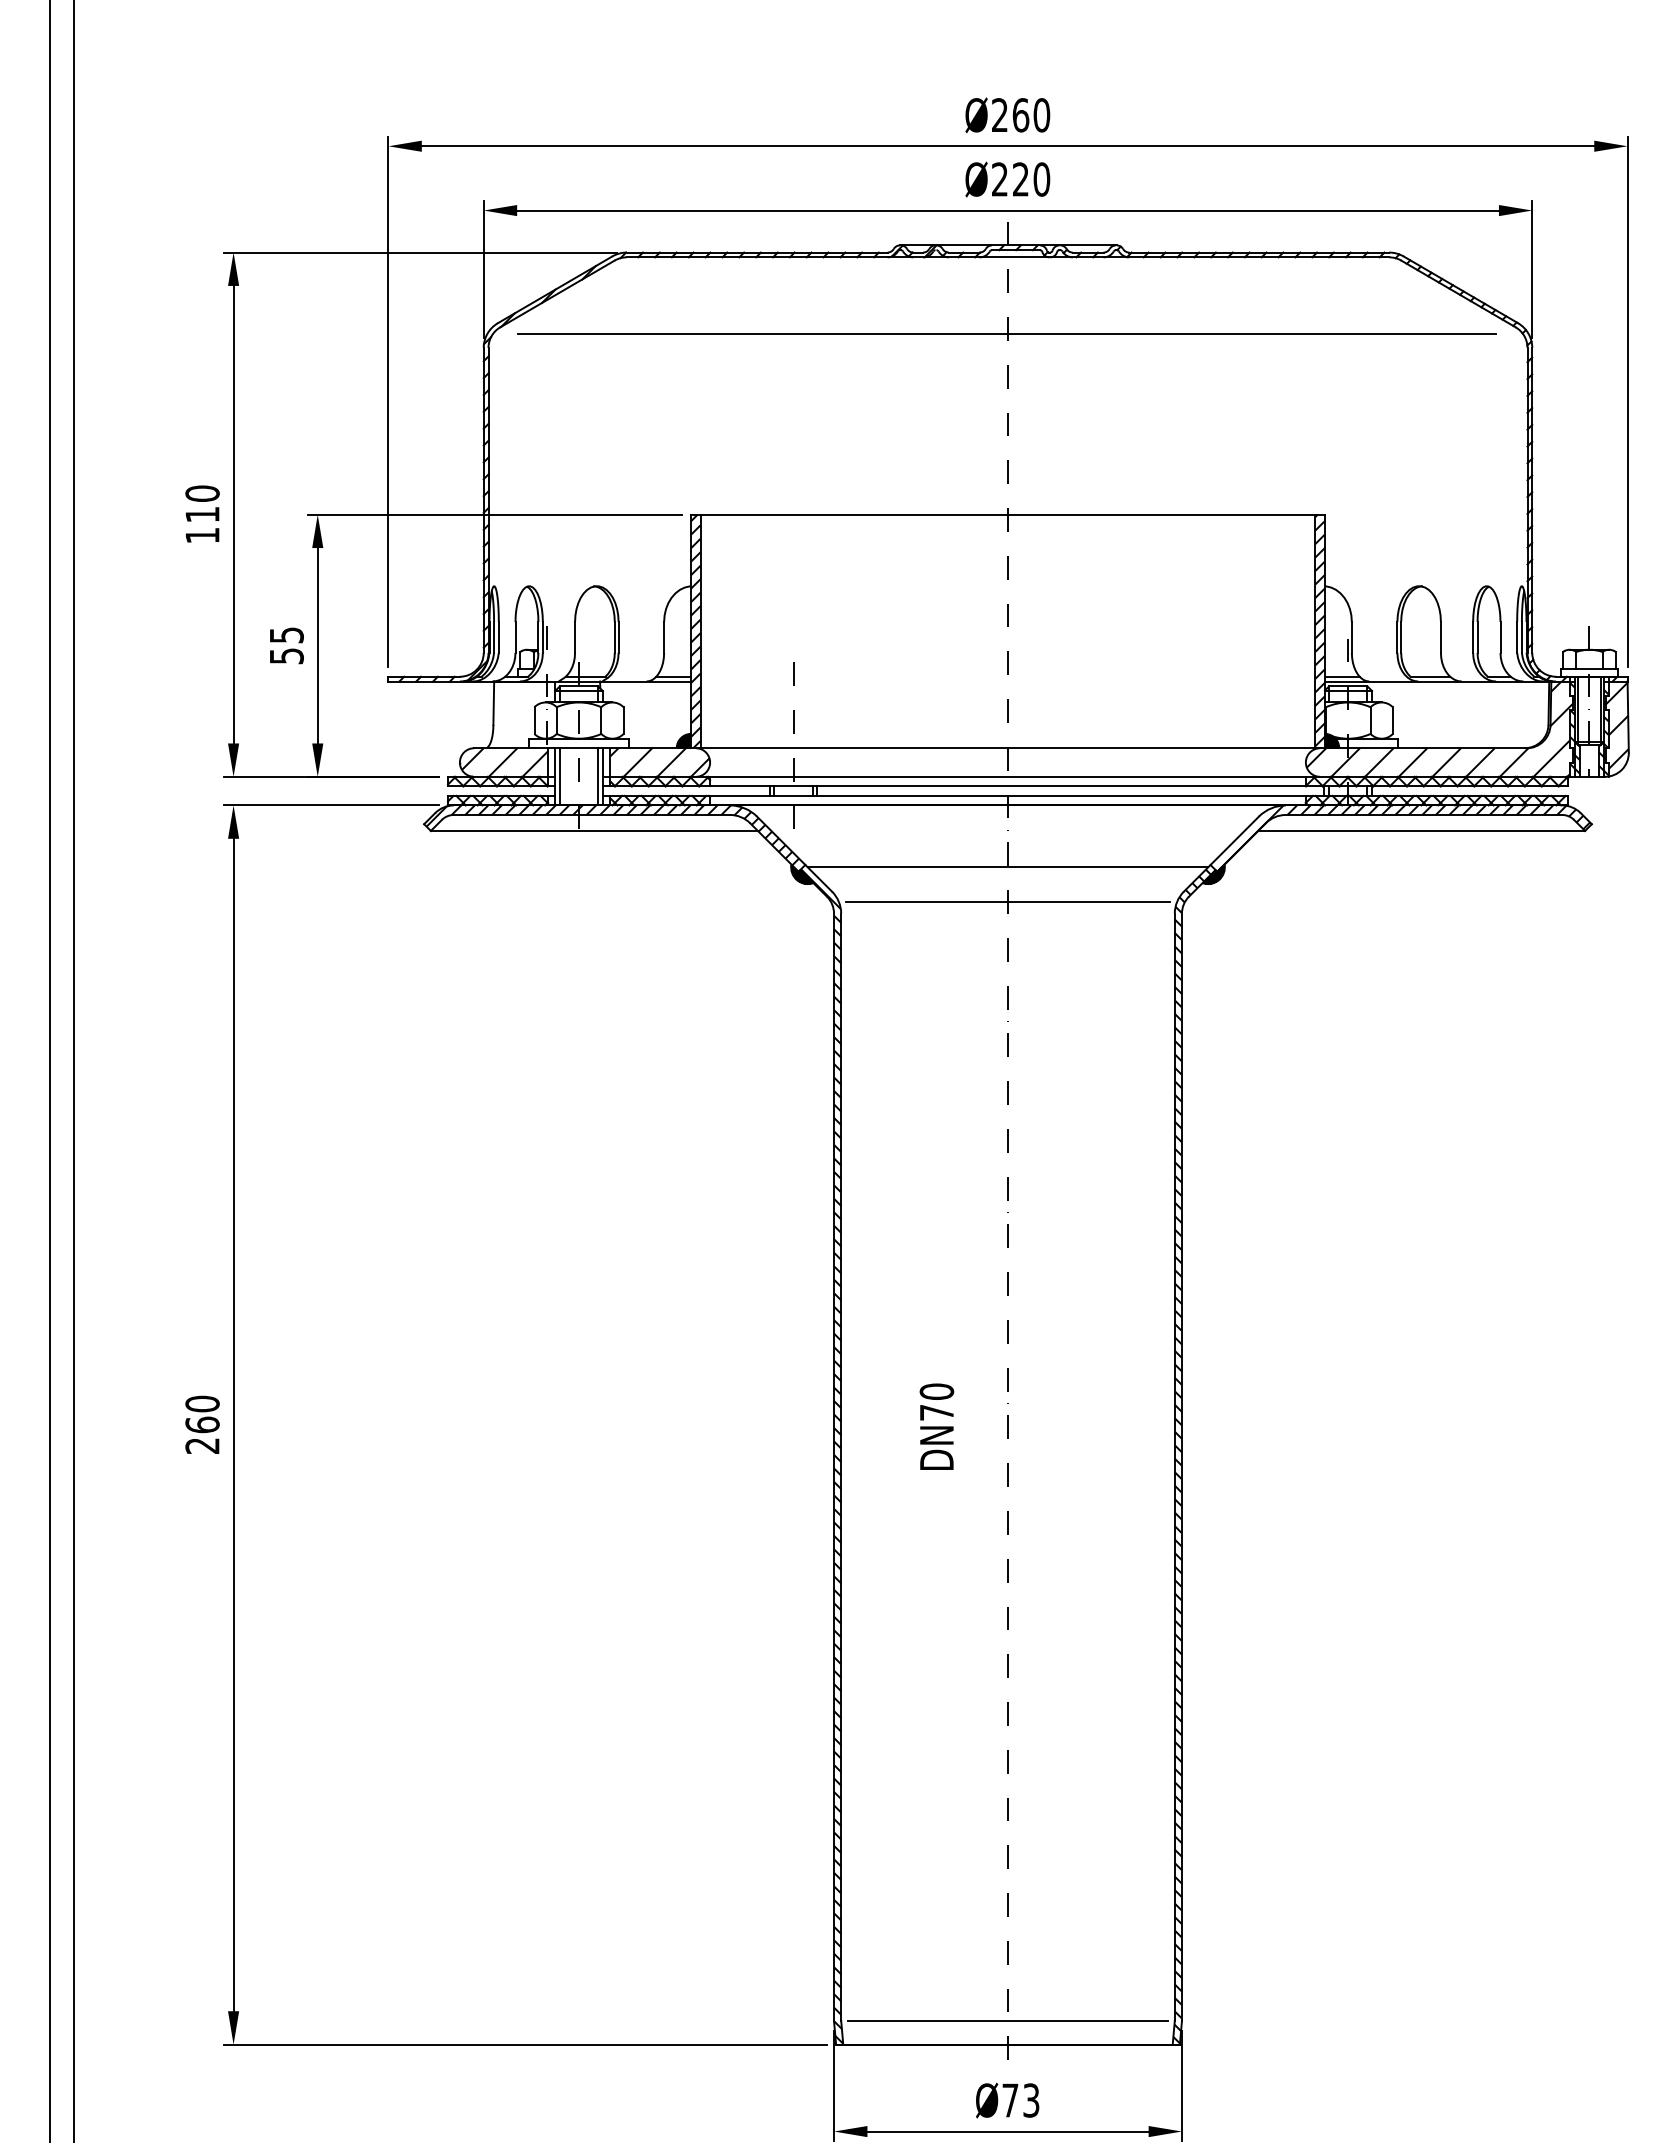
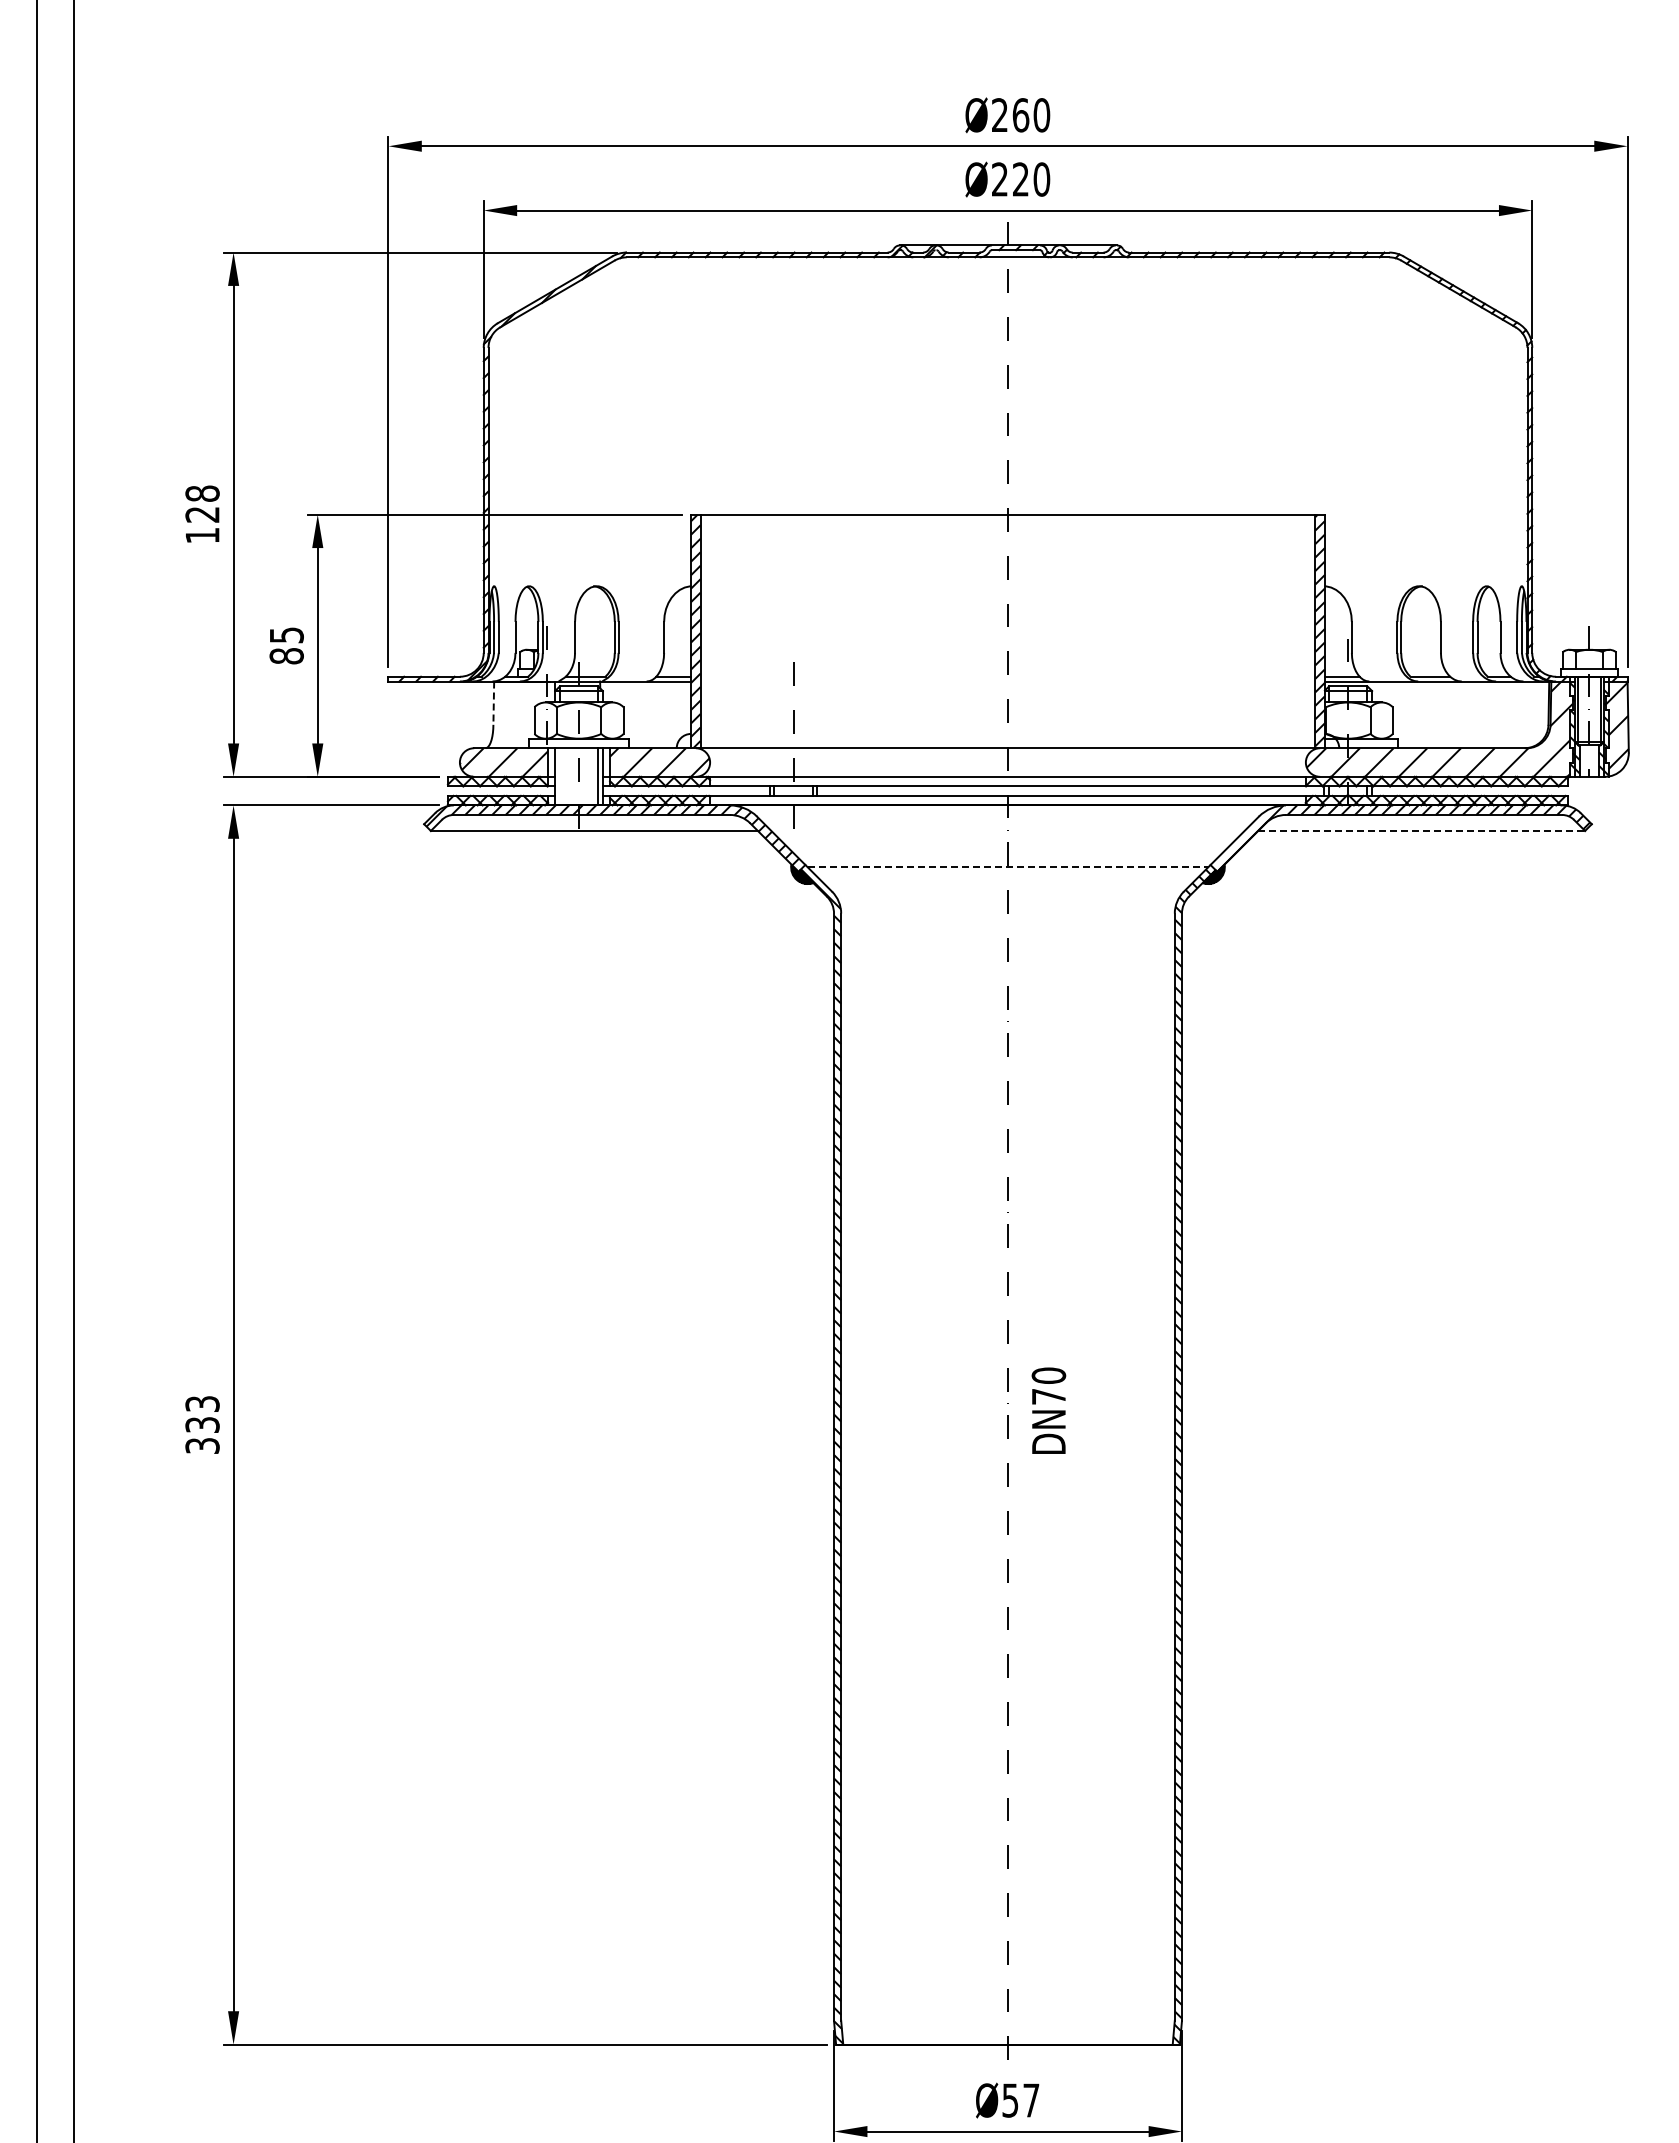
line at (1006, 333): present -> none
text at (202, 503): 110 -> 128
text at (286, 656): 55 -> 85
line at (493, 703): solid -> dashed
hatch at (683, 740): present -> none
hatch at (1331, 740): present -> none
line at (559, 776): present -> none
line at (1421, 830): solid -> dashed
line at (1008, 867): solid -> dashed
line at (1007, 901): present -> none
line at (50, 1070) position: (50, 1070) -> (37, 1070)
text at (202, 1424): 260 -> 333
text at (936, 1426) position: (936, 1426) -> (1048, 1410)
line at (1007, 2020): present -> none
text at (1020, 2100): Ø73 -> Ø57
